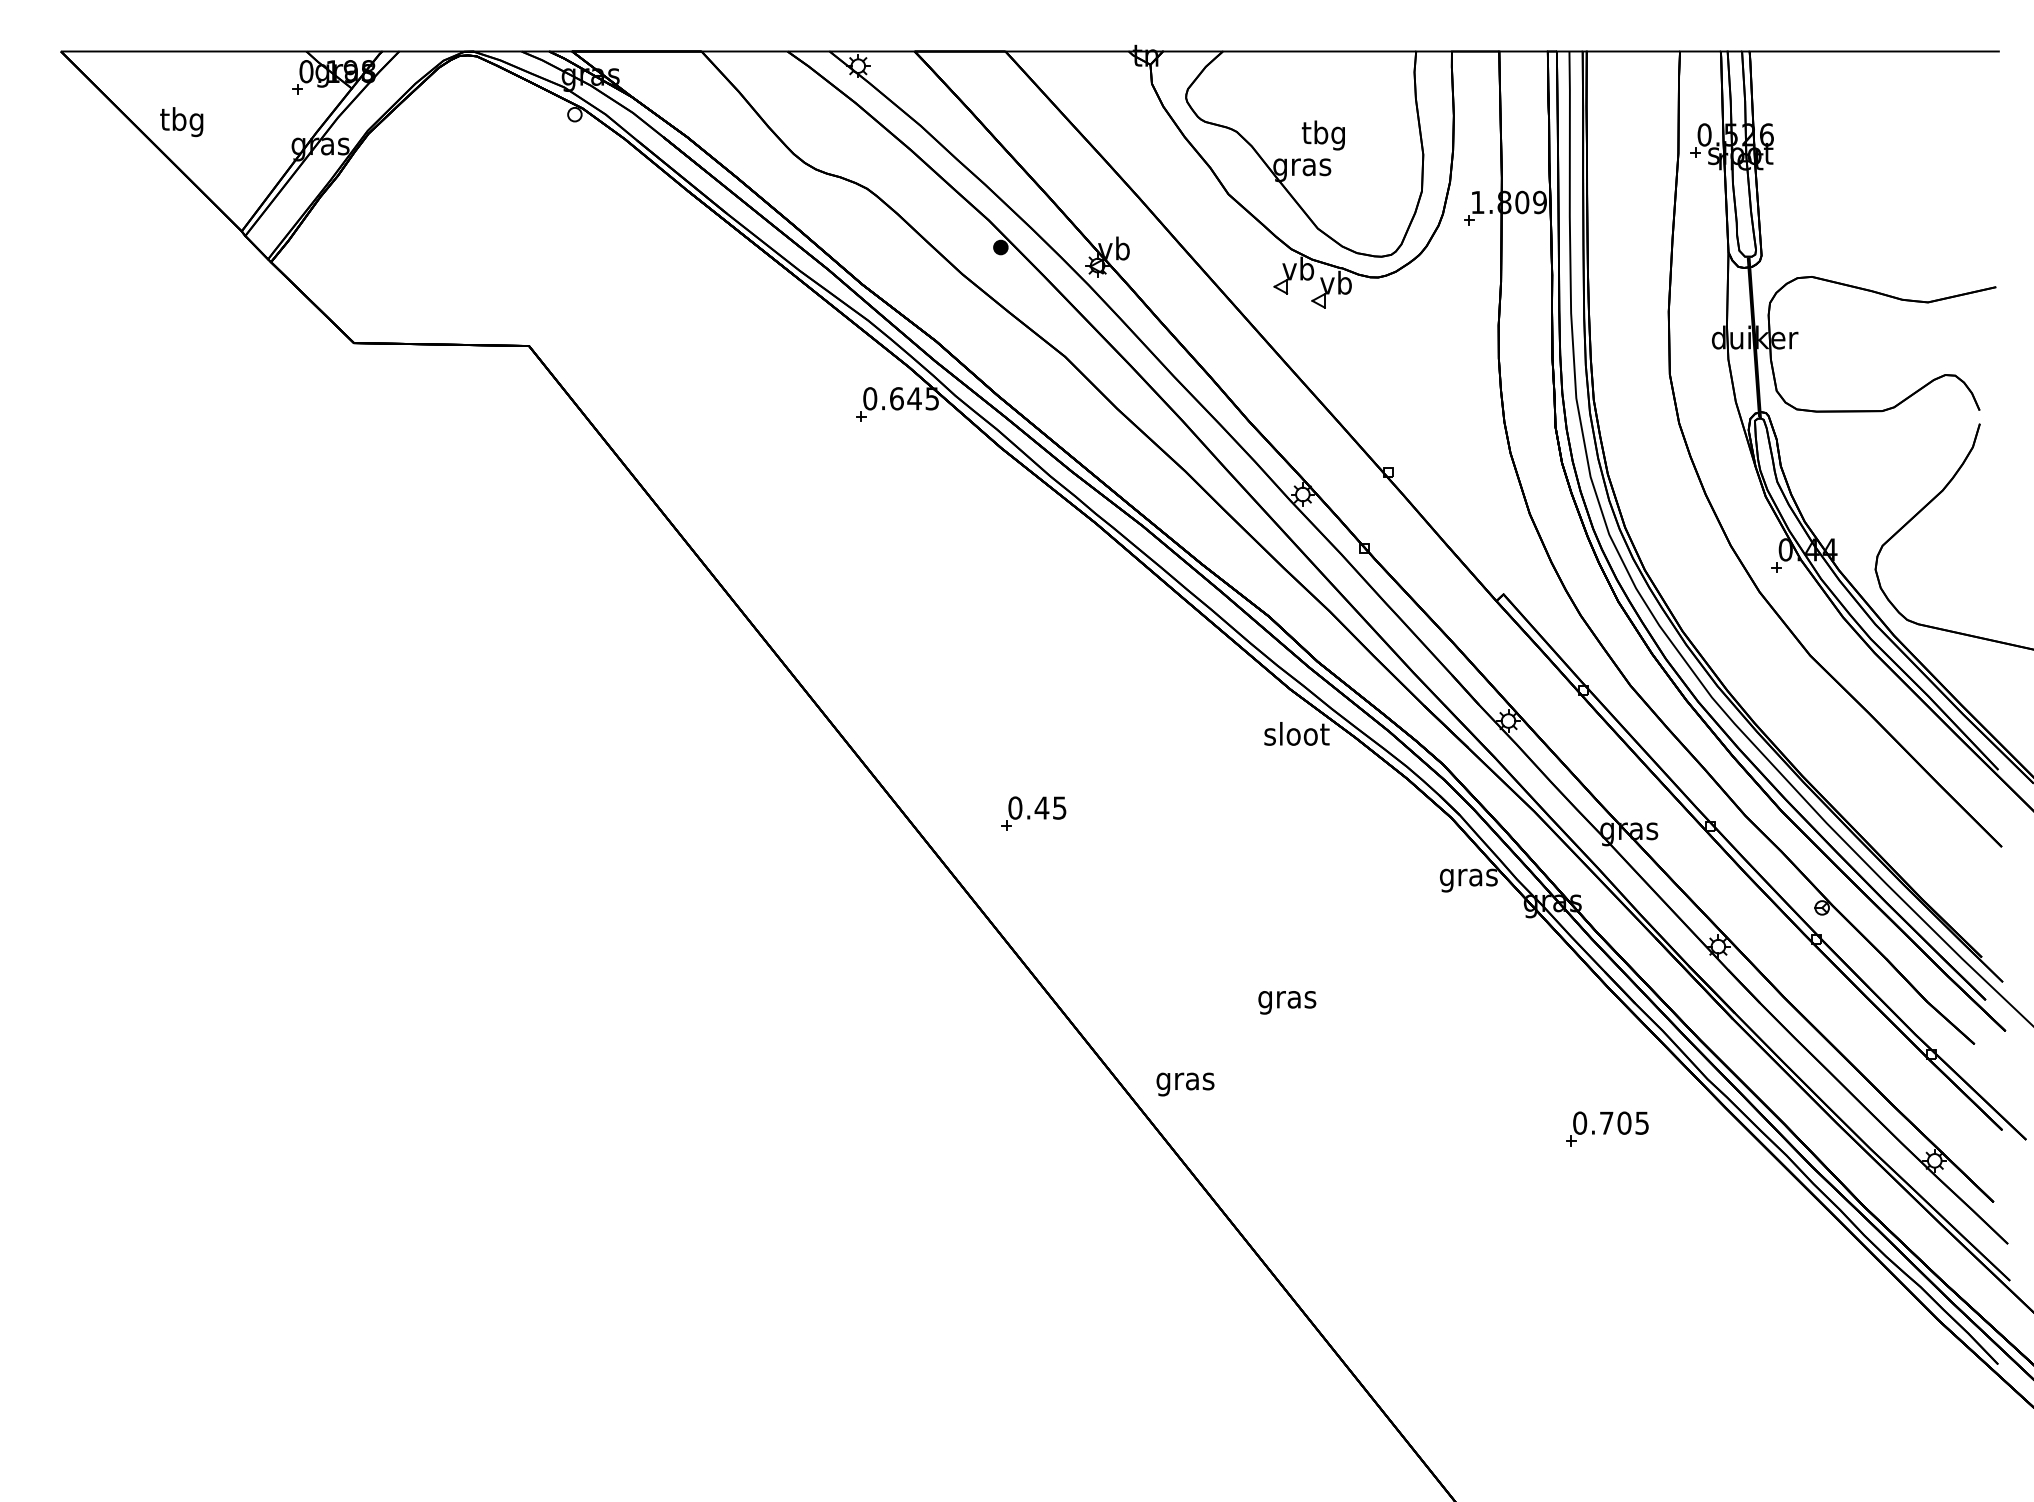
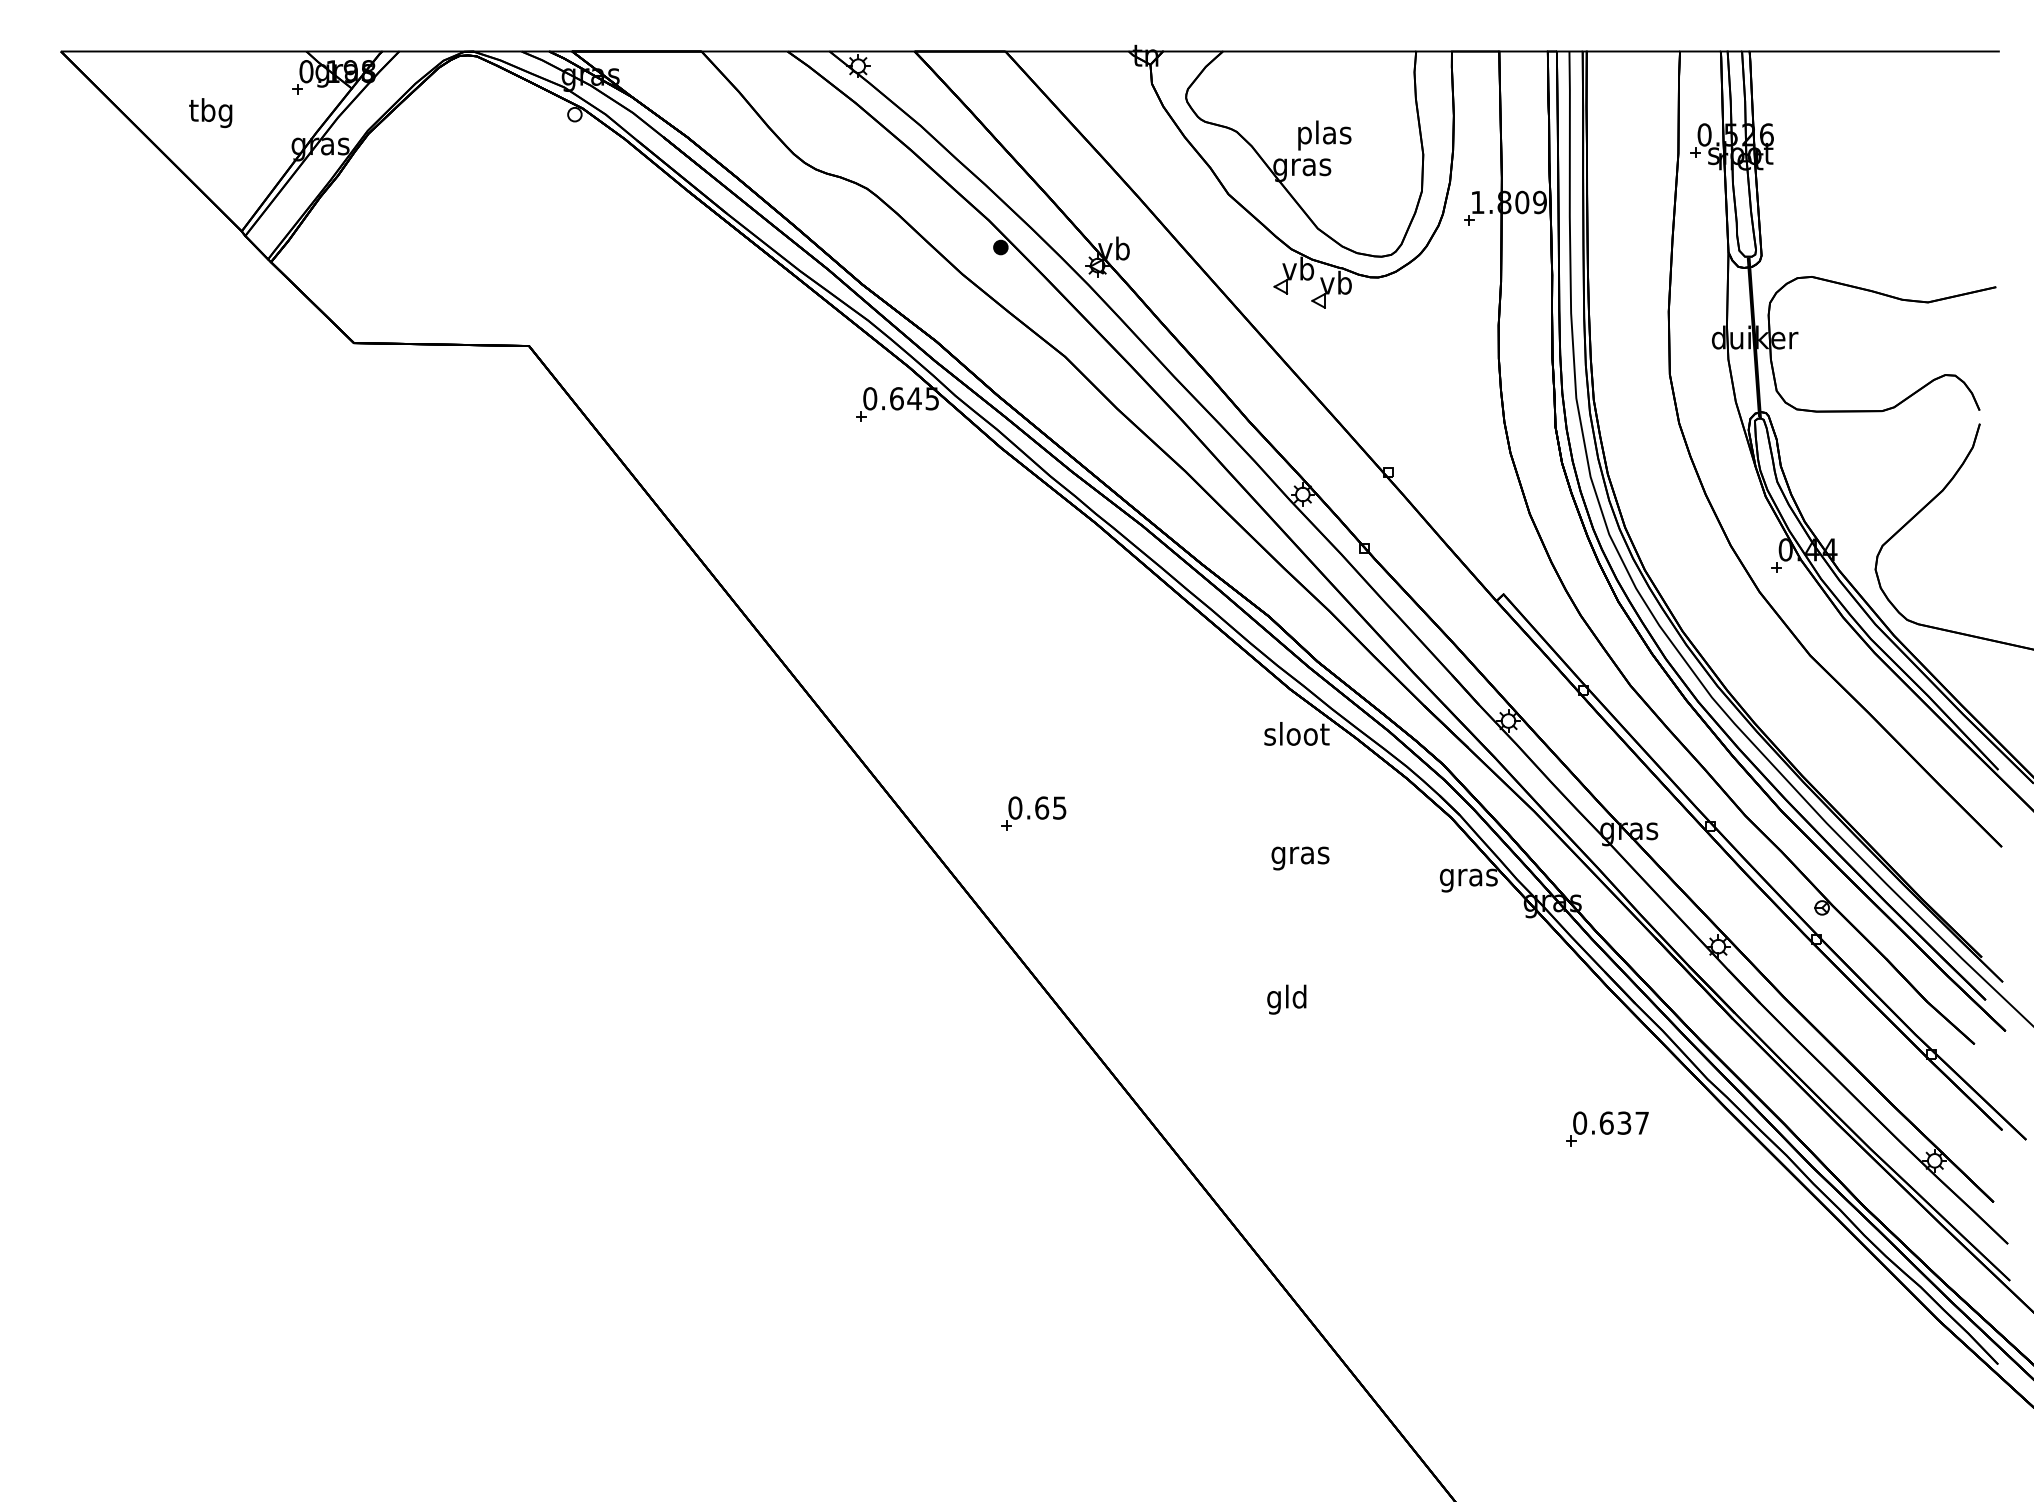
text at (181, 122) position: (181, 122) -> (210, 113)
text at (1324, 135): tbg -> plas
text at (1041, 807): 0.45 -> 0.65
text at (1287, 999): gras -> gld
text at (1185, 1084) position: (1185, 1084) -> (1300, 858)
text at (1623, 1122): 0.705 -> 0.637
